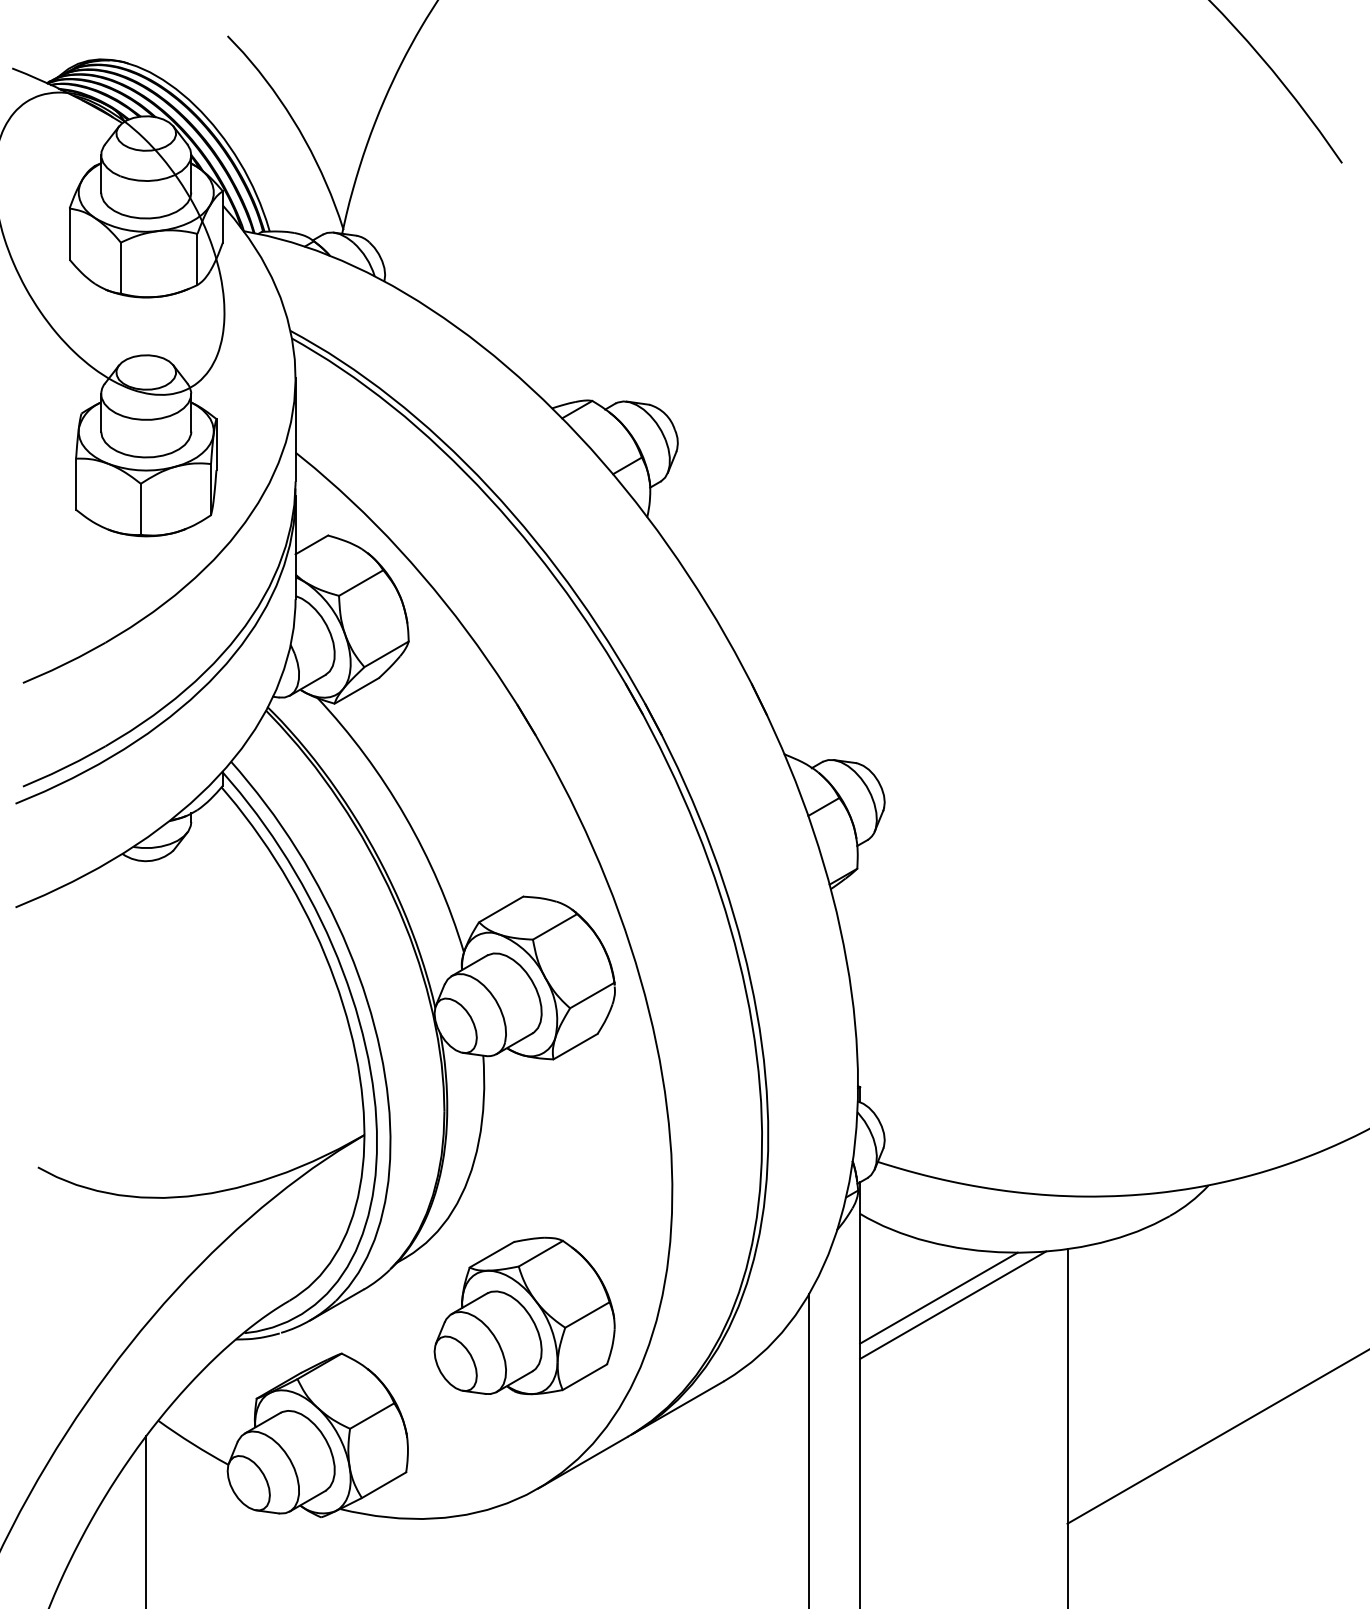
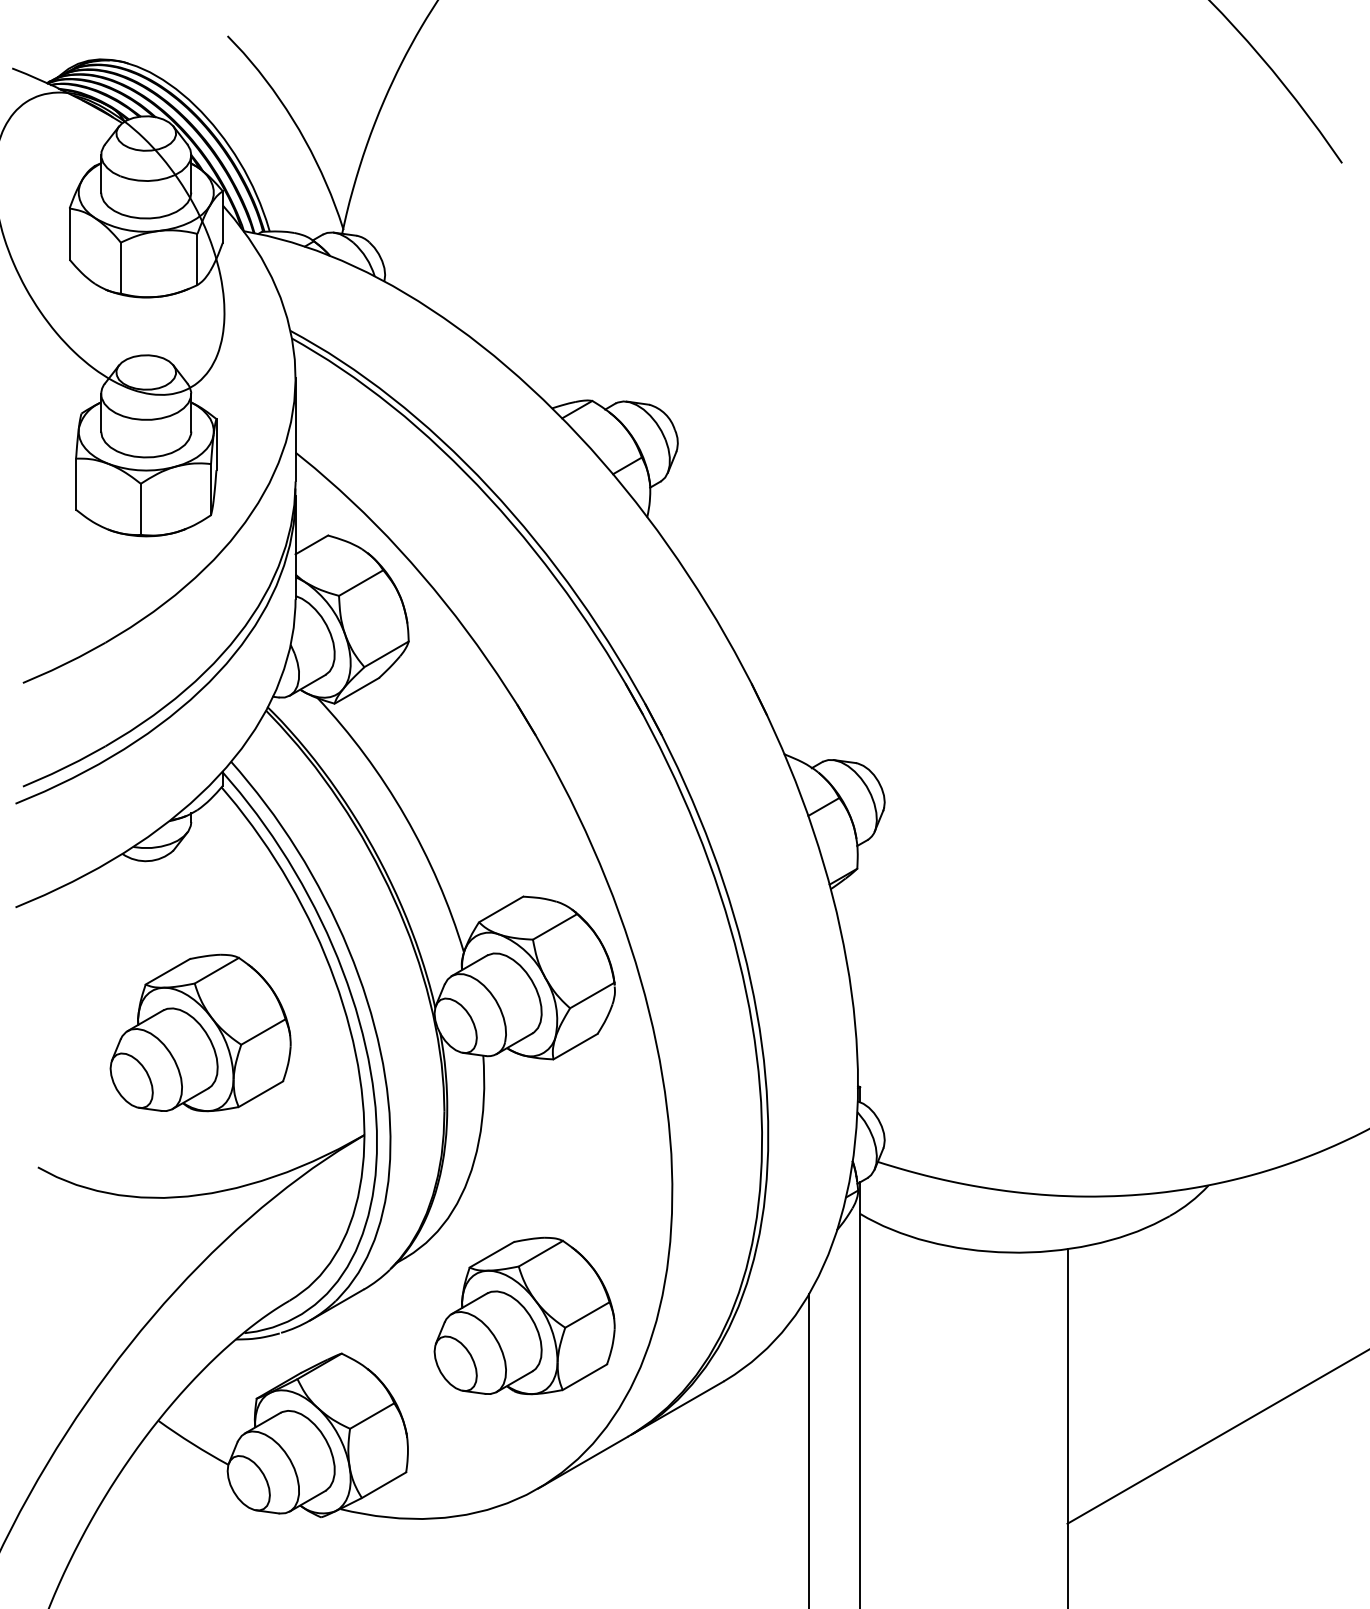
part at (200, 1032): none -> present
line at (938, 1297): present -> none
line at (953, 1304): present -> none
line at (146, 1520): present -> none
